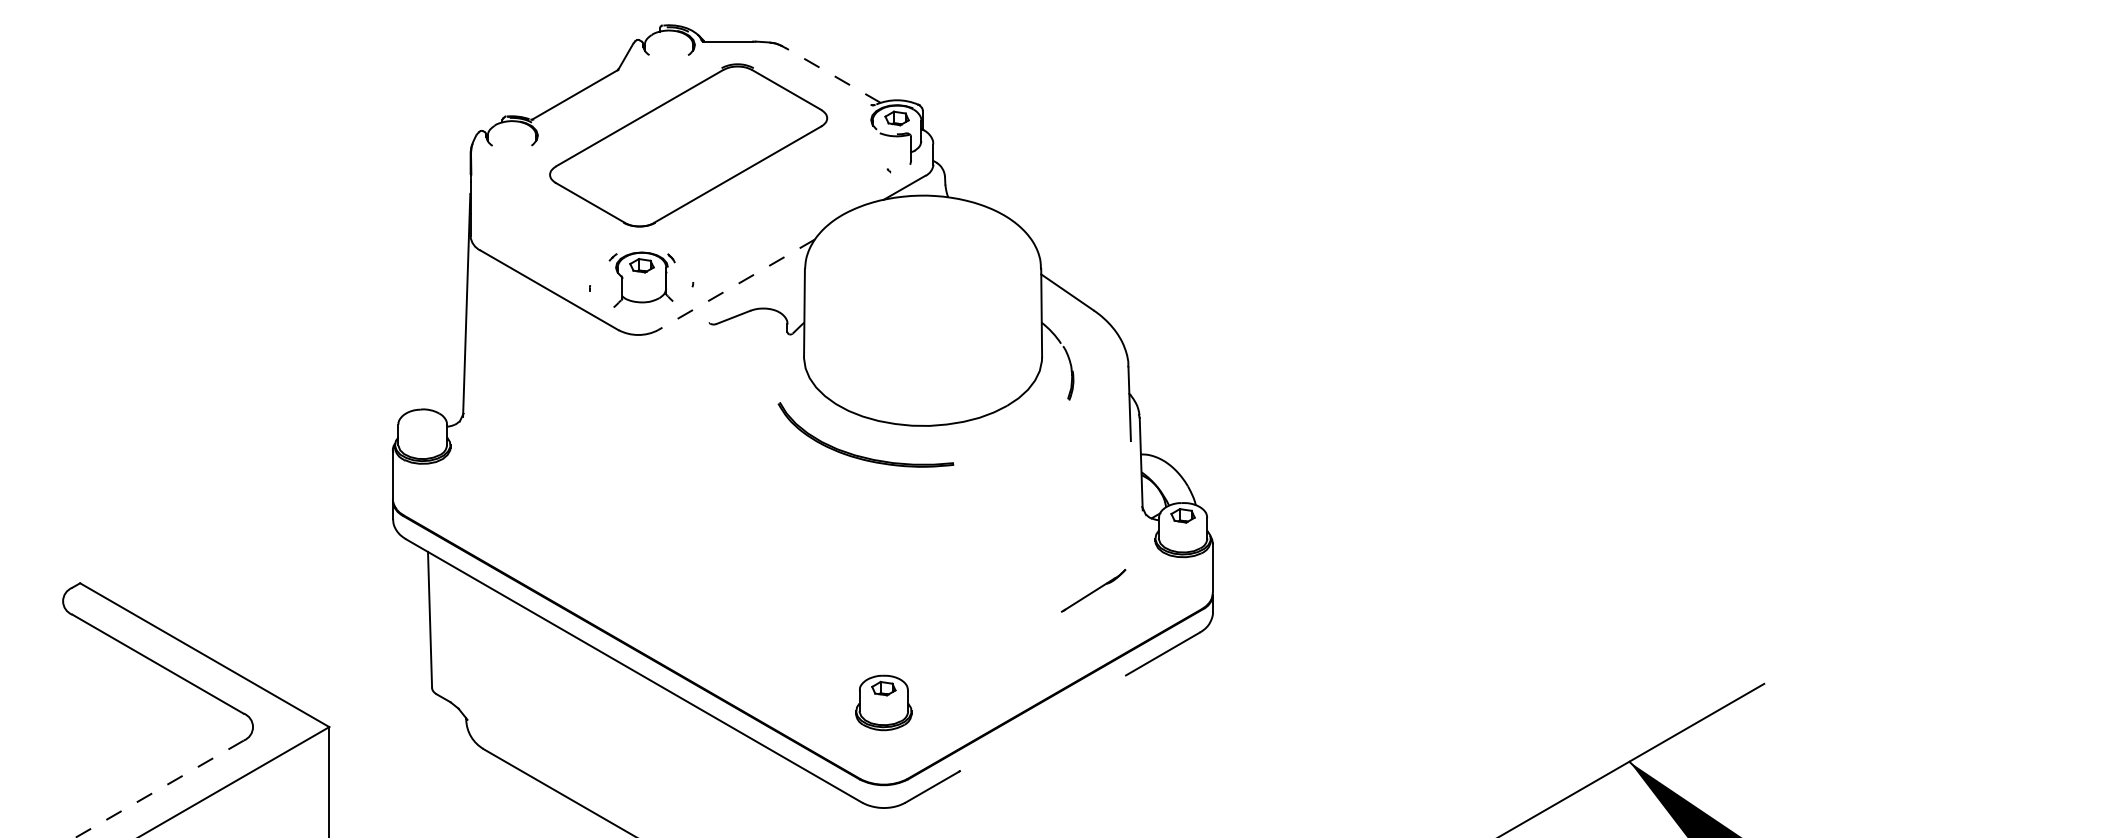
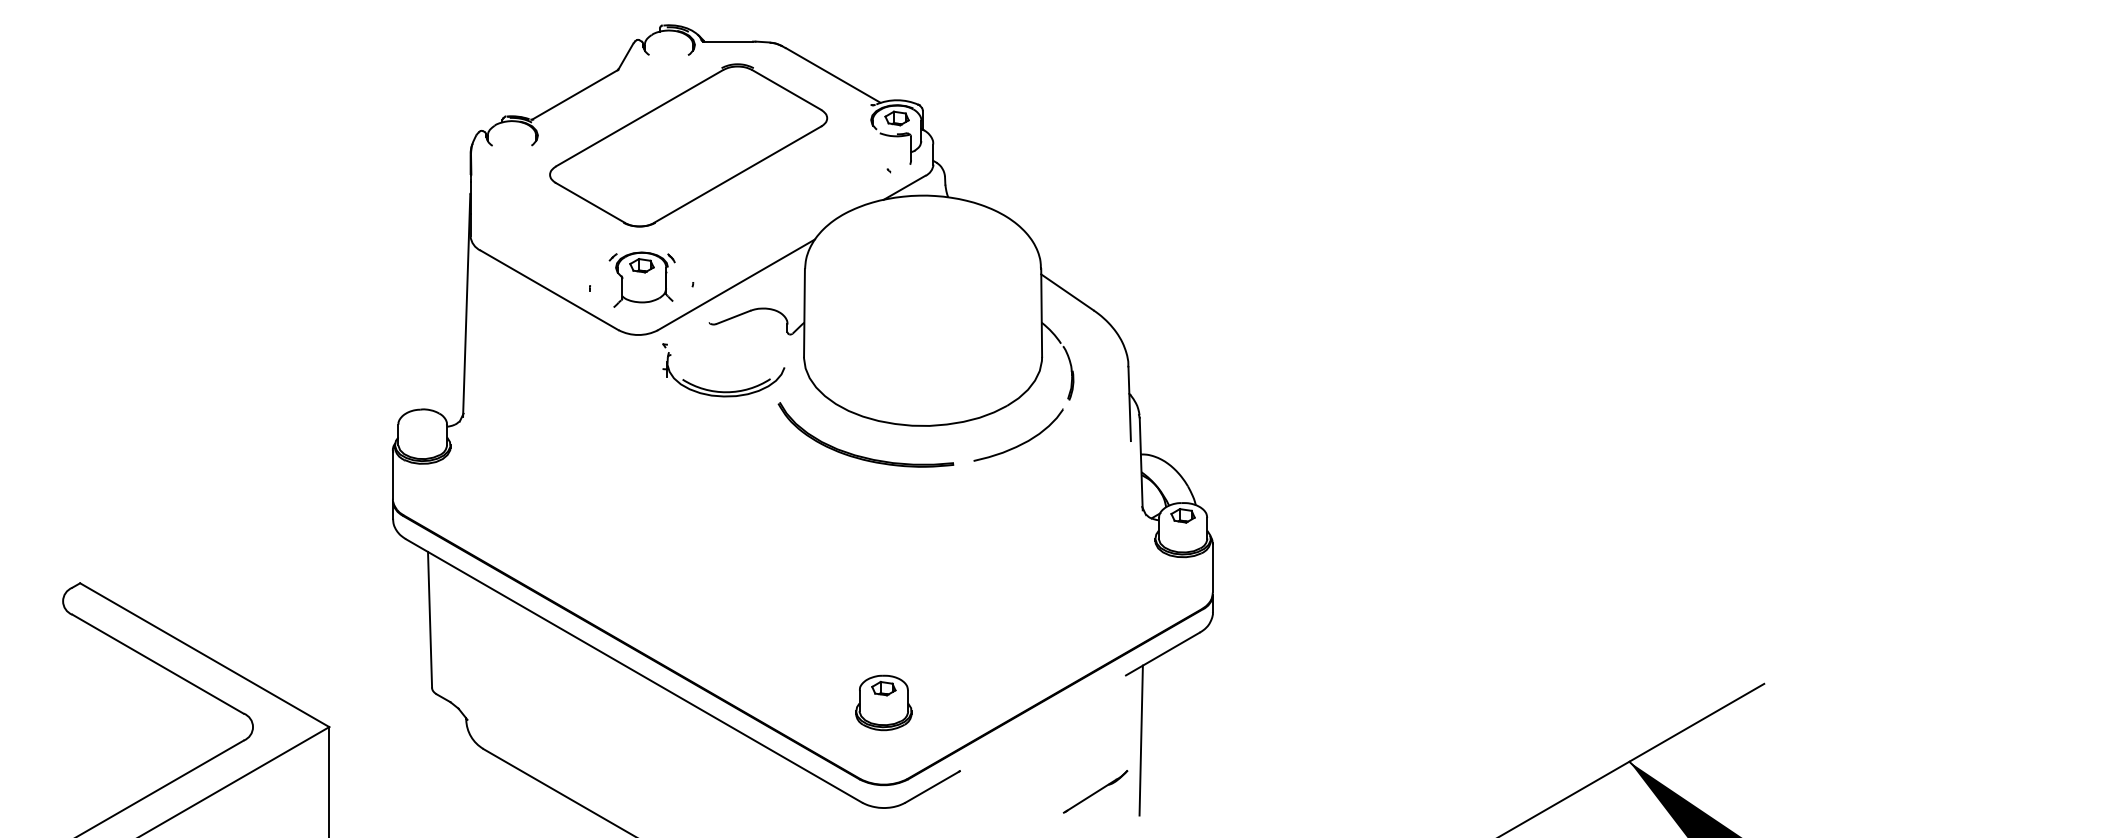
line at (833, 75): dashed -> solid
line at (736, 284): dashed -> solid
part at (717, 390): none -> present
part at (1022, 442): none -> present
part at (1093, 590) position: (1093, 590) -> (1095, 791)
line at (1140, 740): none -> present
line at (159, 789): dashed -> solid
